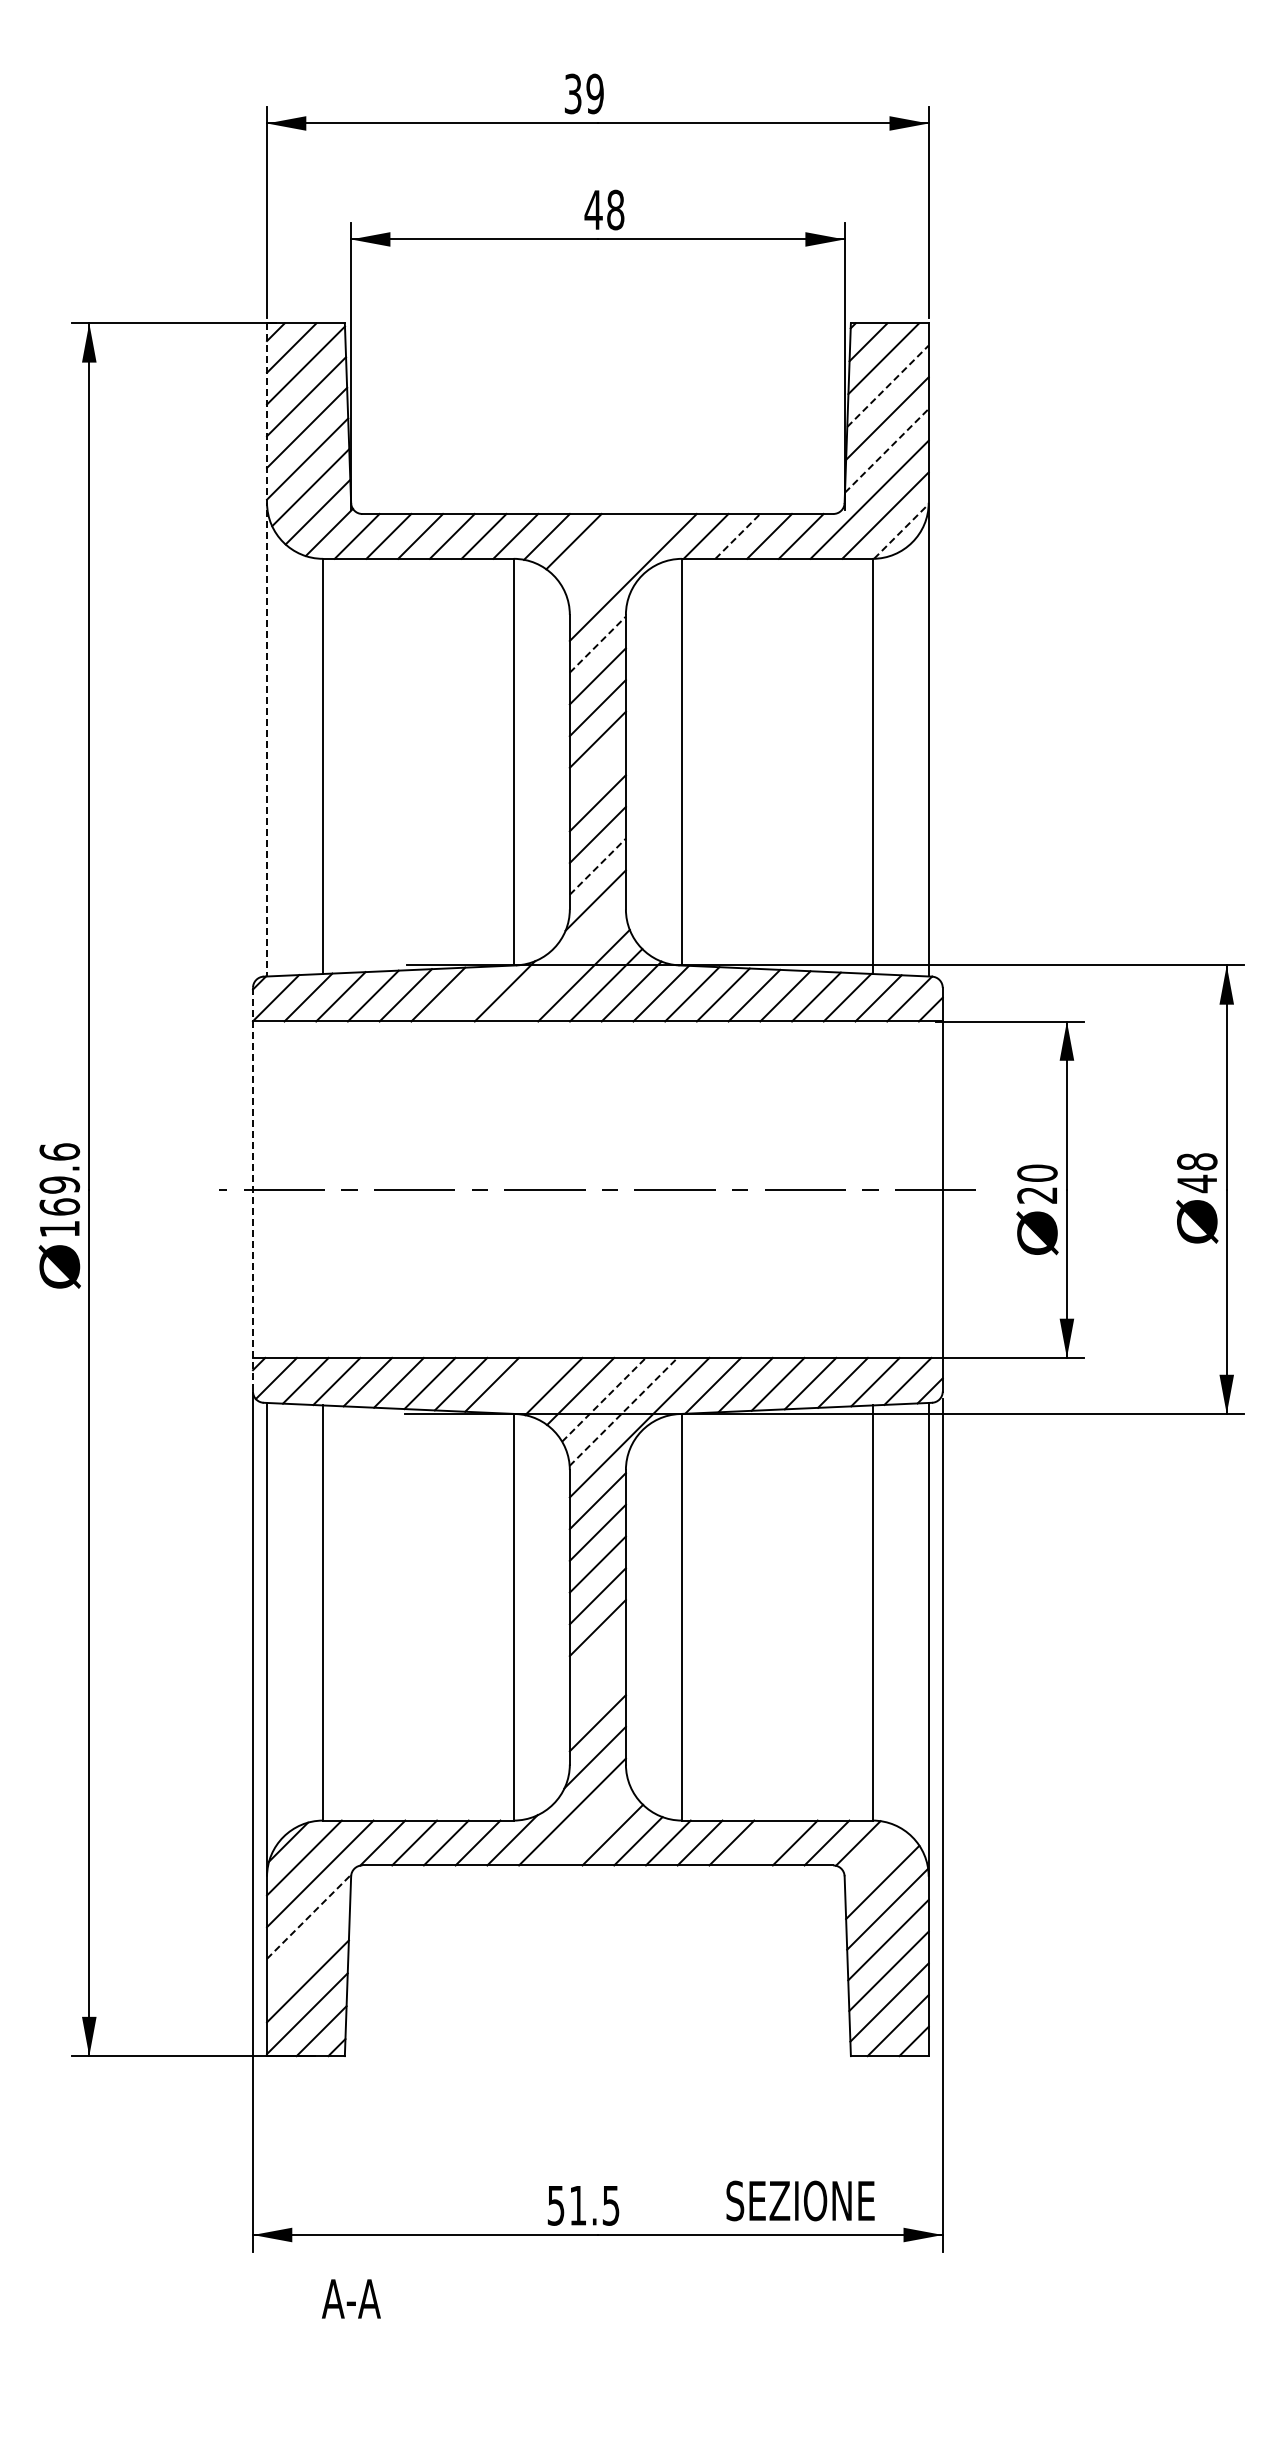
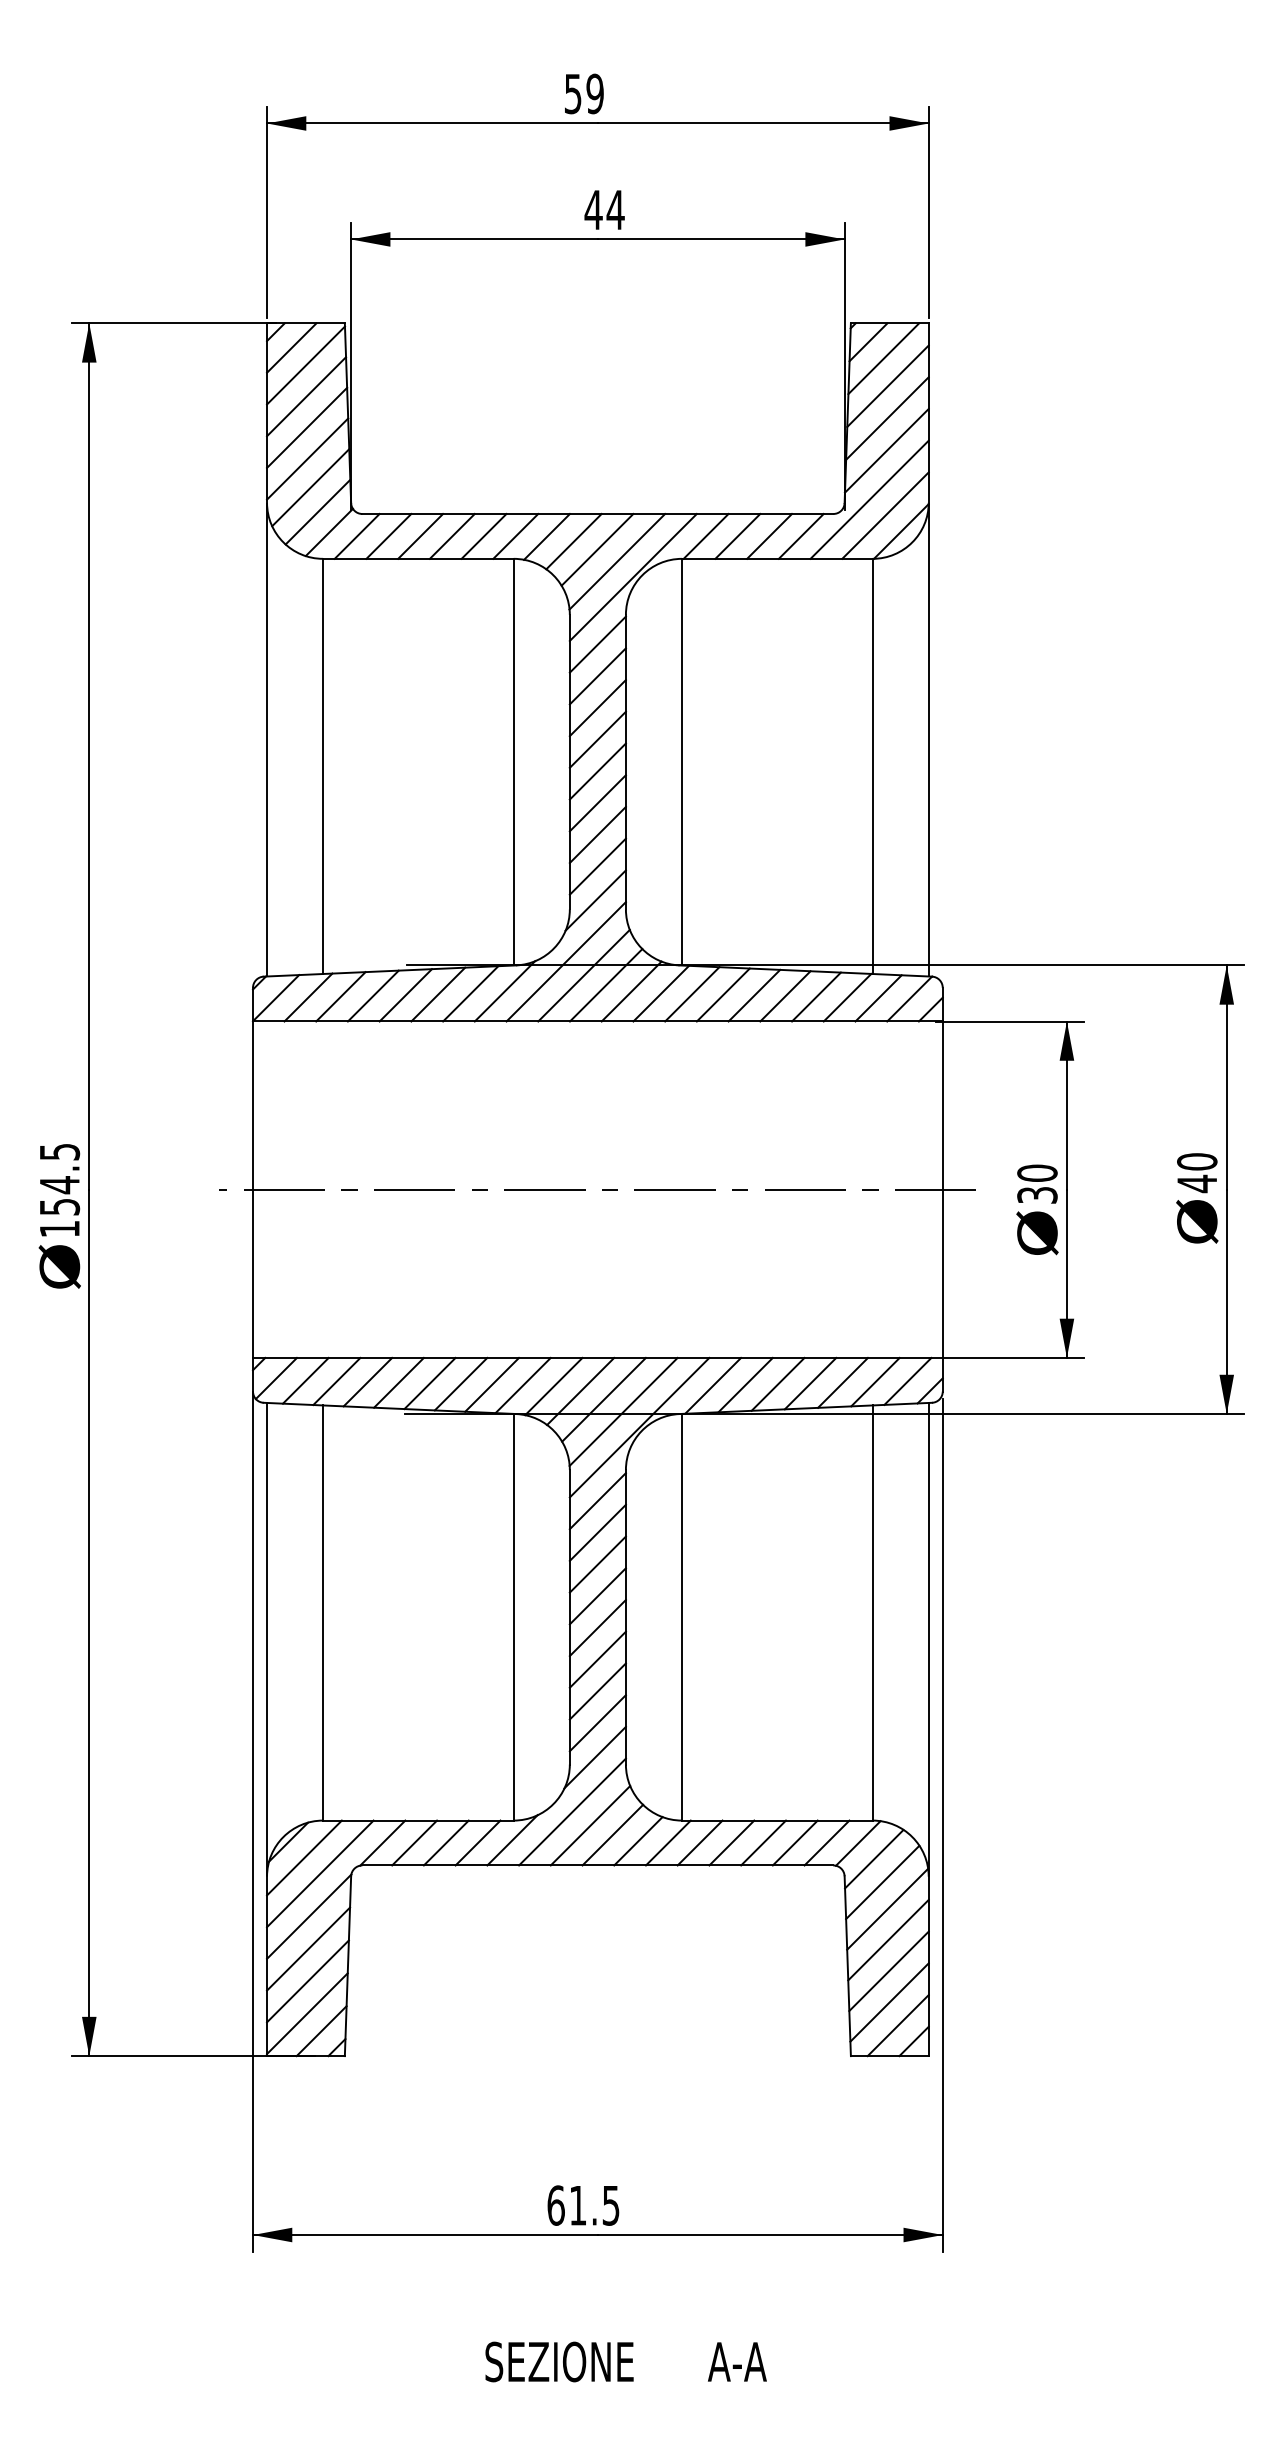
text at (573, 93): 39 -> 59
text at (615, 209): 48 -> 44
line at (888, 386): dashed -> solid
line at (887, 450): dashed -> solid
line at (901, 531): dashed -> solid
line at (737, 536): dashed -> solid
line at (597, 549): none -> present
line at (617, 561): none -> present
line at (597, 644): dashed -> solid
line at (267, 649): dashed -> solid
line at (597, 771): none -> present
line at (597, 866): dashed -> solid
line at (565, 961): none -> present
line at (470, 993): none -> present
text at (1197, 1161): 48 -> 40
text at (59, 1179): 169.6 -> 154.5
line at (253, 1189): dashed -> solid
text at (1037, 1195): 20 -> 30
line at (522, 1385): none -> present
line at (604, 1399): dashed -> solid
line at (623, 1411): dashed -> solid
line at (597, 1659): none -> present
line at (597, 1691): none -> present
line at (590, 1825): none -> present
line at (763, 1842): none -> present
line at (874, 1858): none -> present
line at (309, 1916): dashed -> solid
line at (308, 1948): none -> present
text at (800, 2200) position: (800, 2200) -> (559, 2361)
text at (555, 2205): 51.5 -> 61.5
text at (351, 2298) position: (351, 2298) -> (737, 2361)
